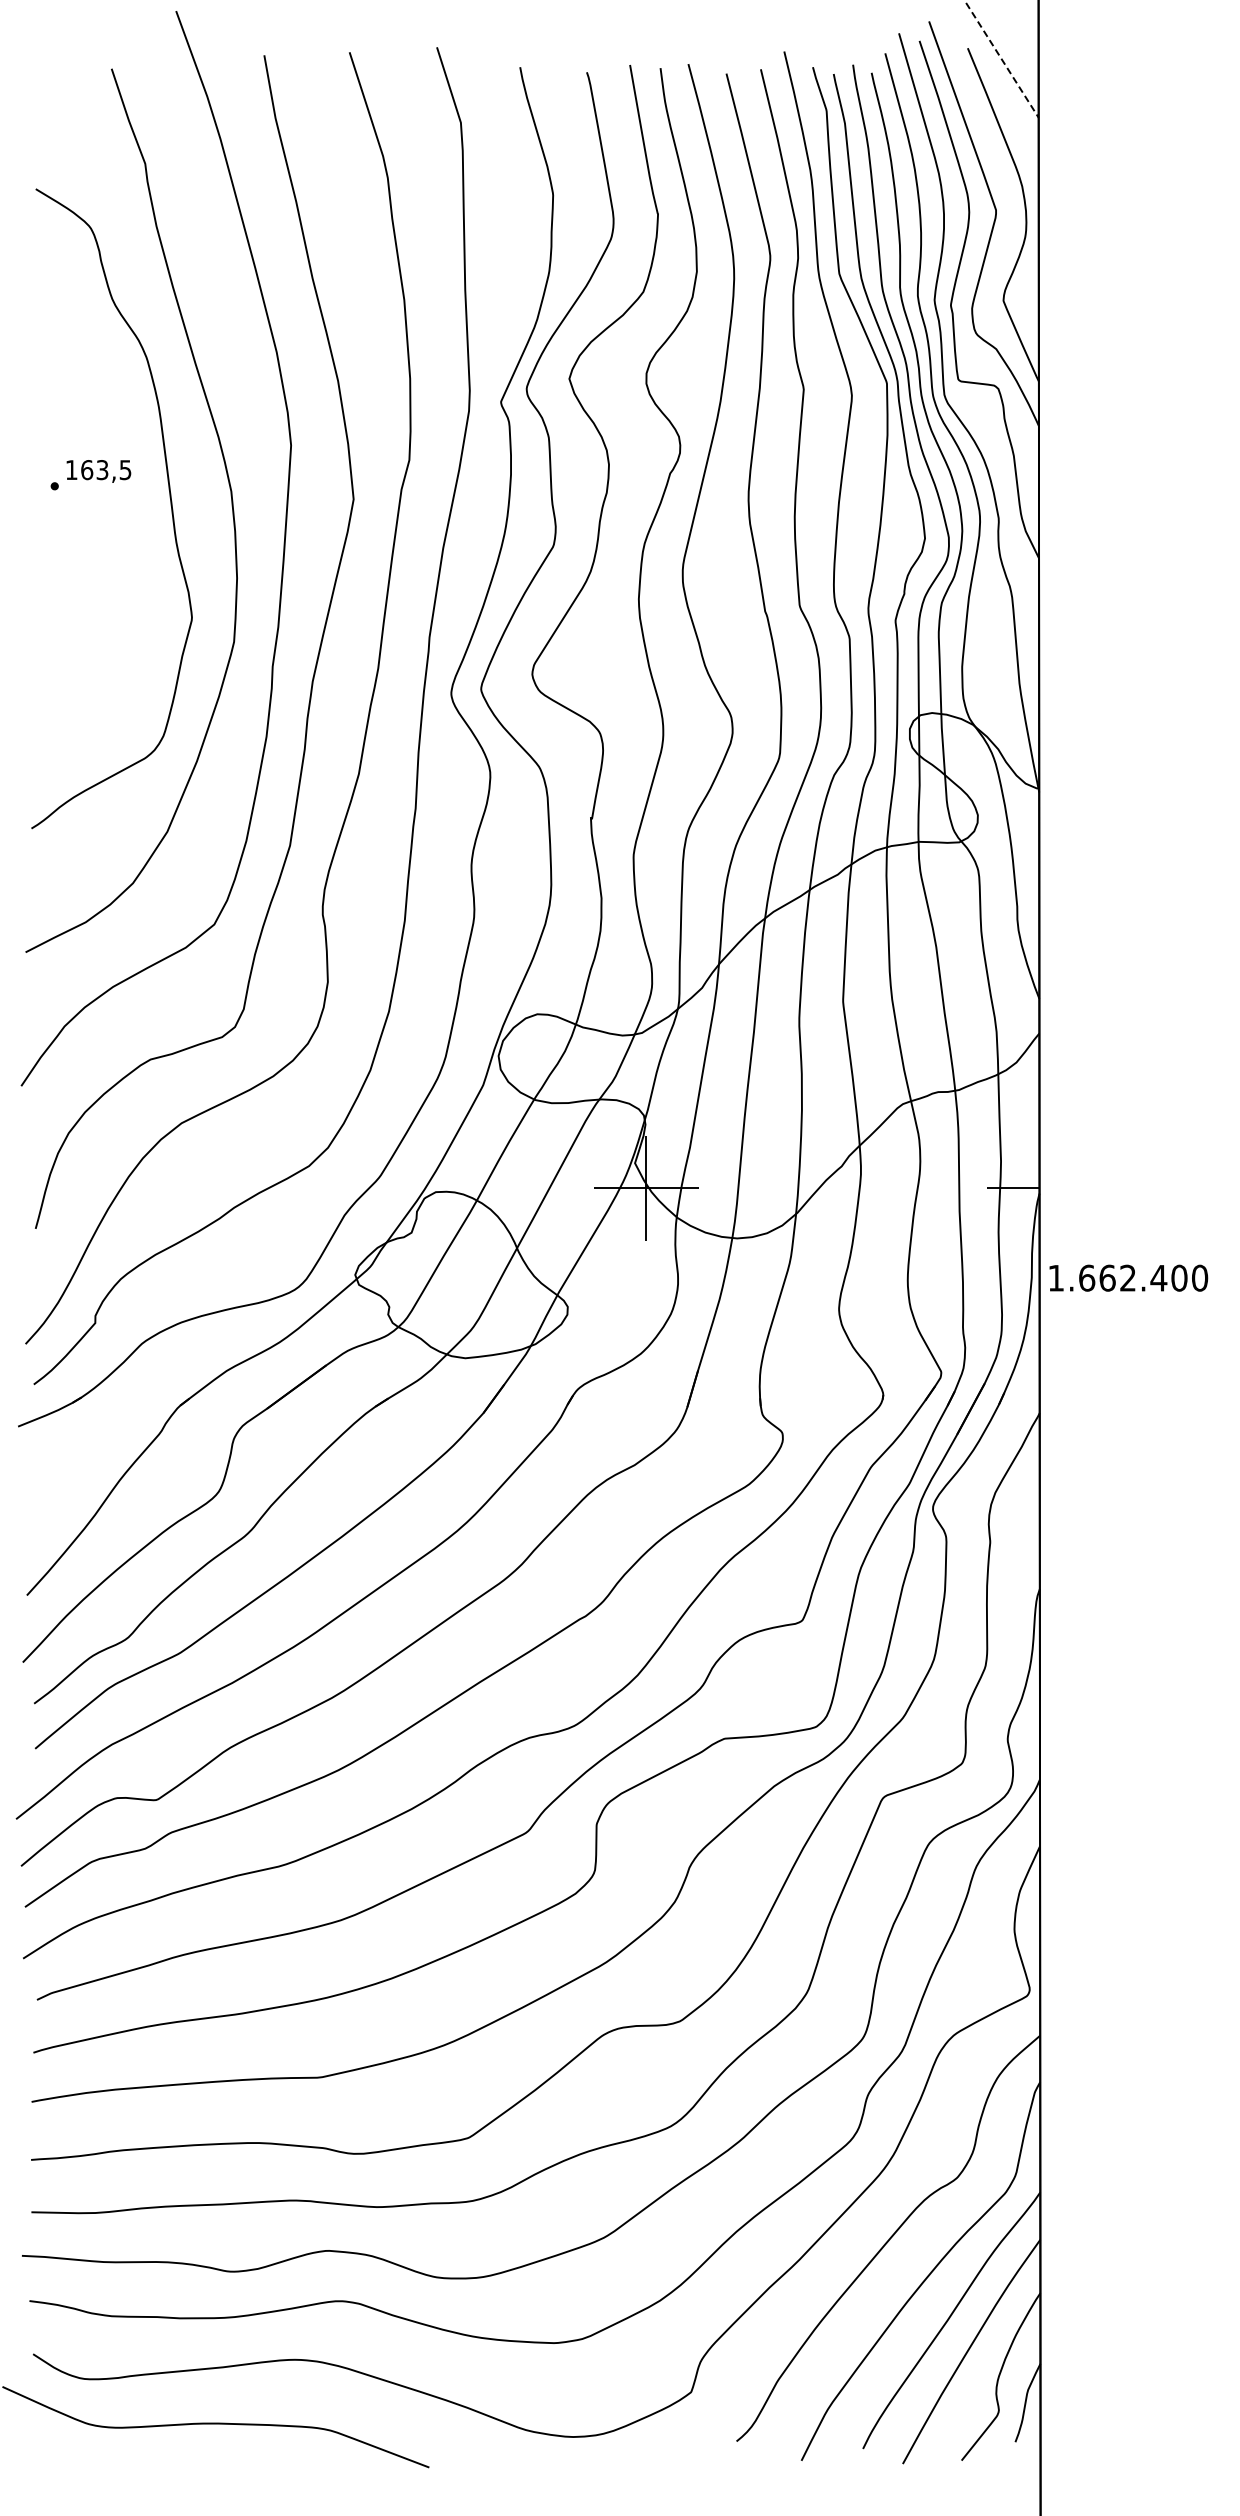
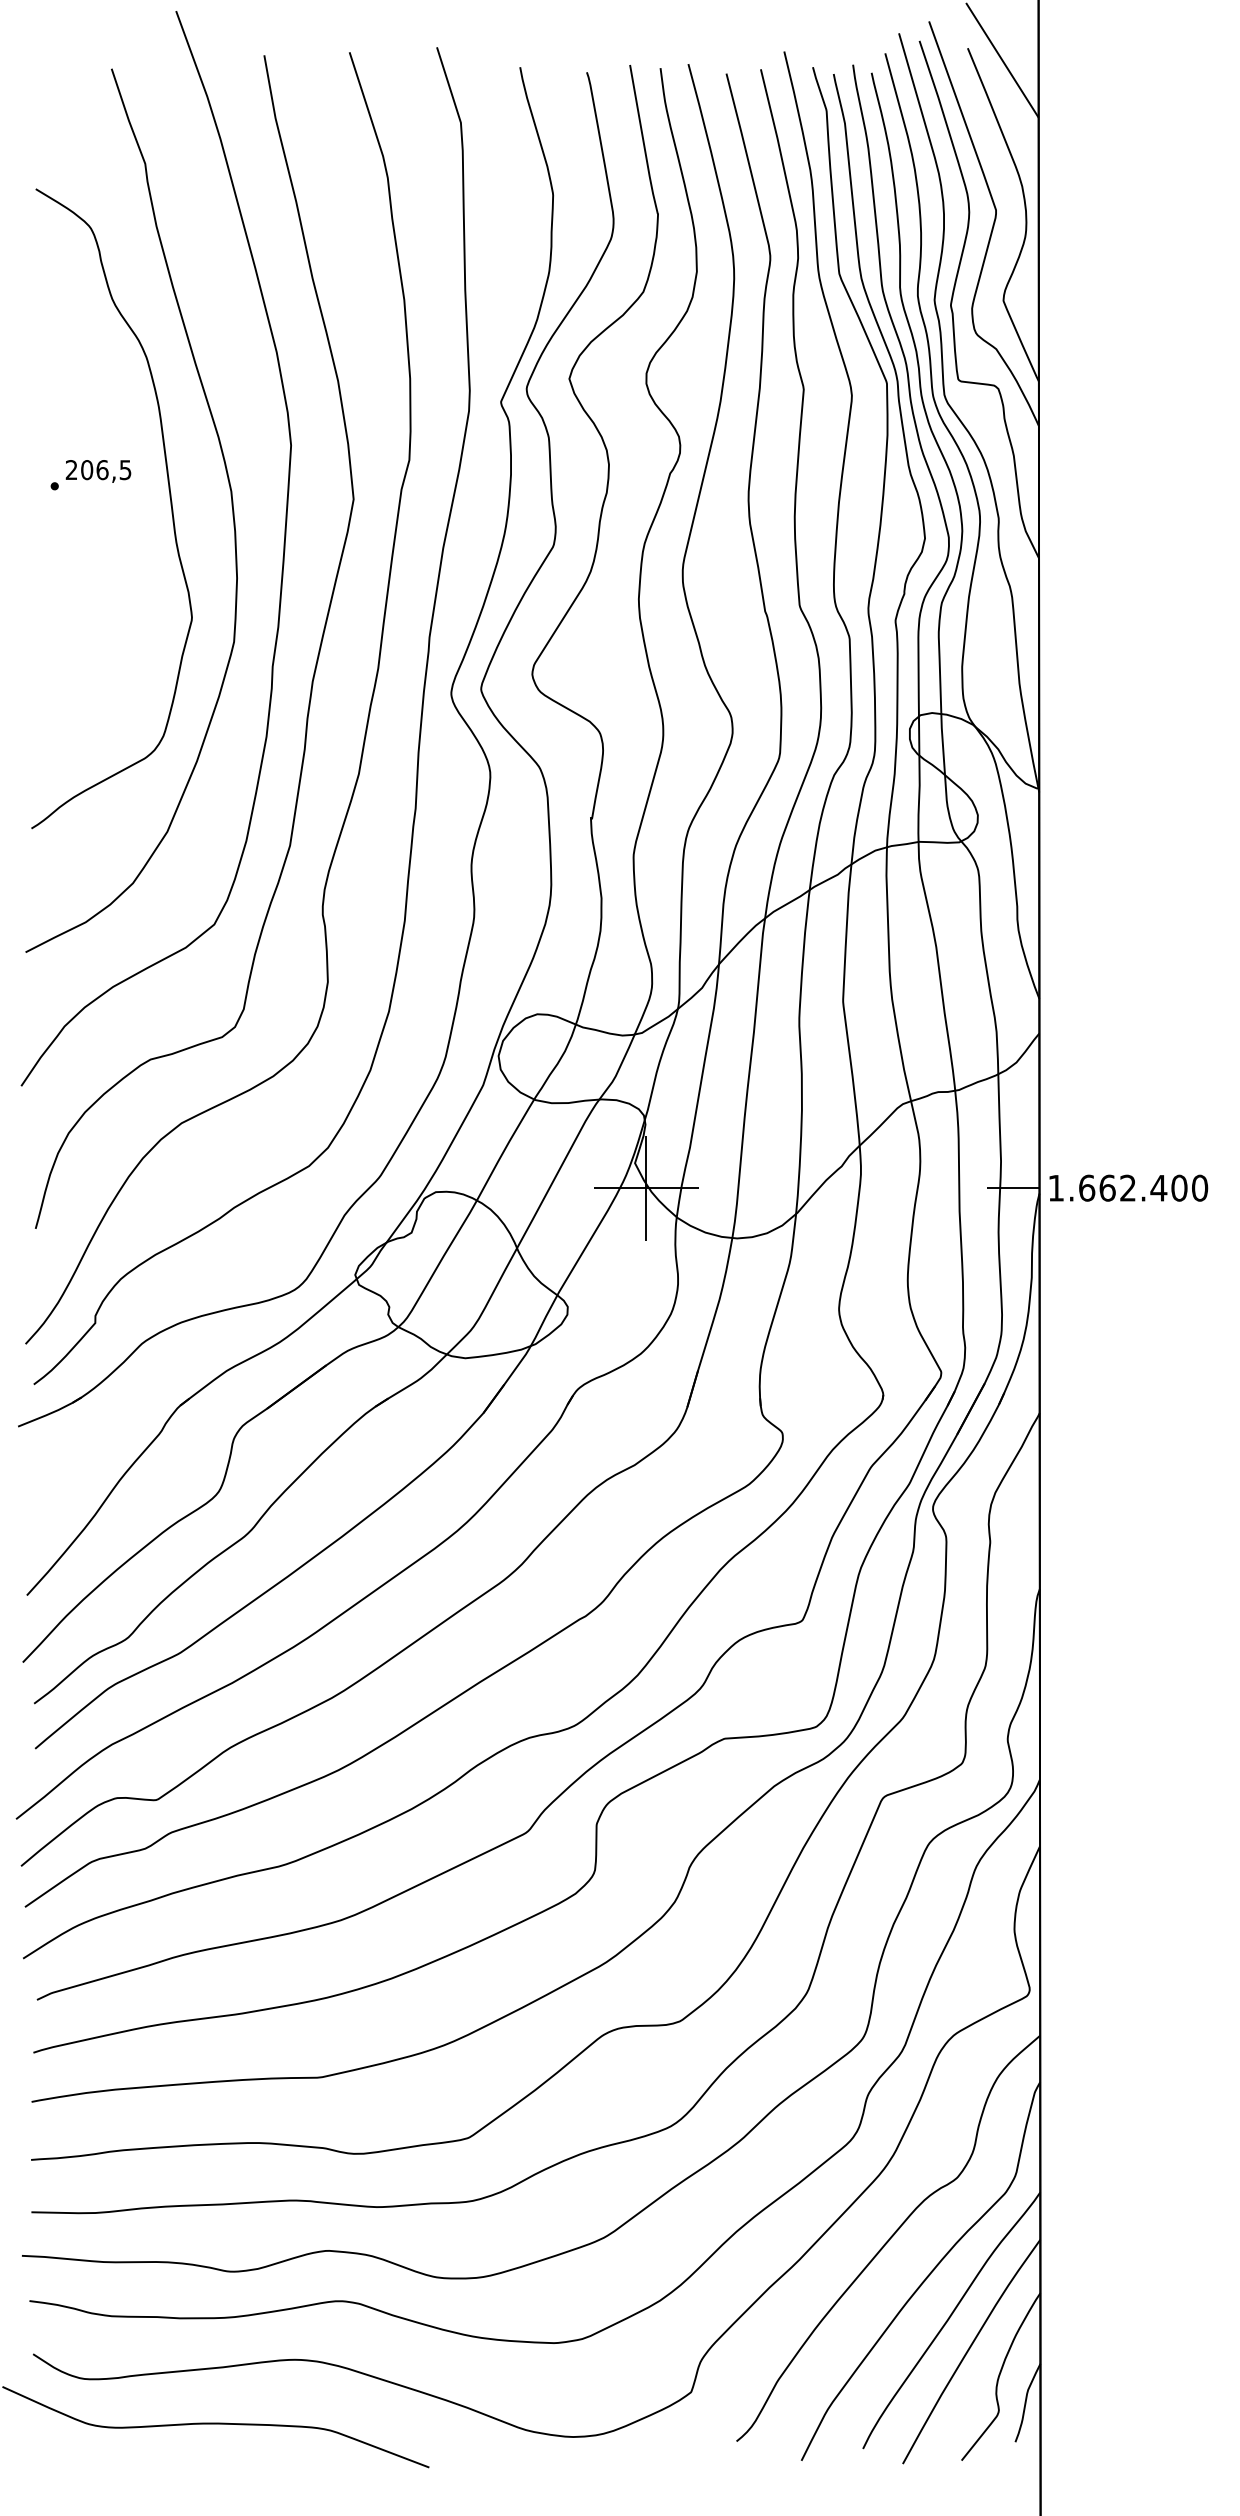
line at (1002, 60): dashed -> solid
text at (86, 470): 163,5 -> 206,5
text at (1128, 1277) position: (1128, 1277) -> (1128, 1187)
